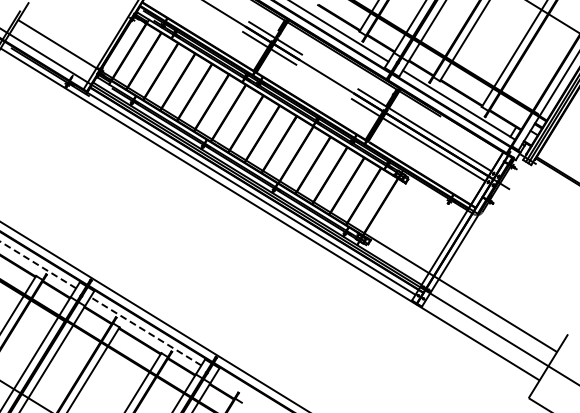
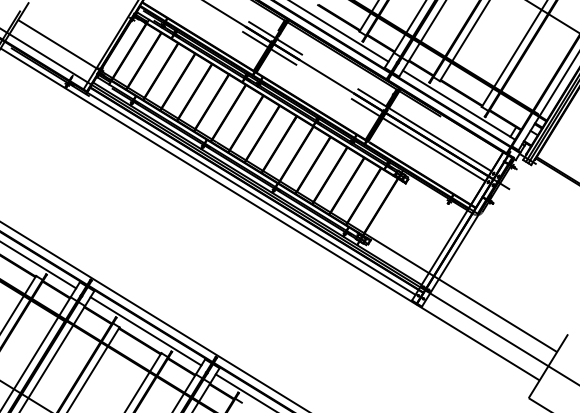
line at (38, 264): dashed -> solid
line at (145, 331): dashed -> solid
line at (244, 391): none -> present
